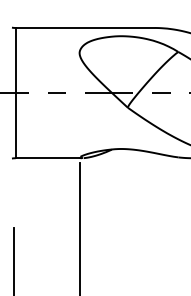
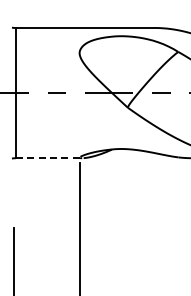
line at (49, 158): solid -> dashed
